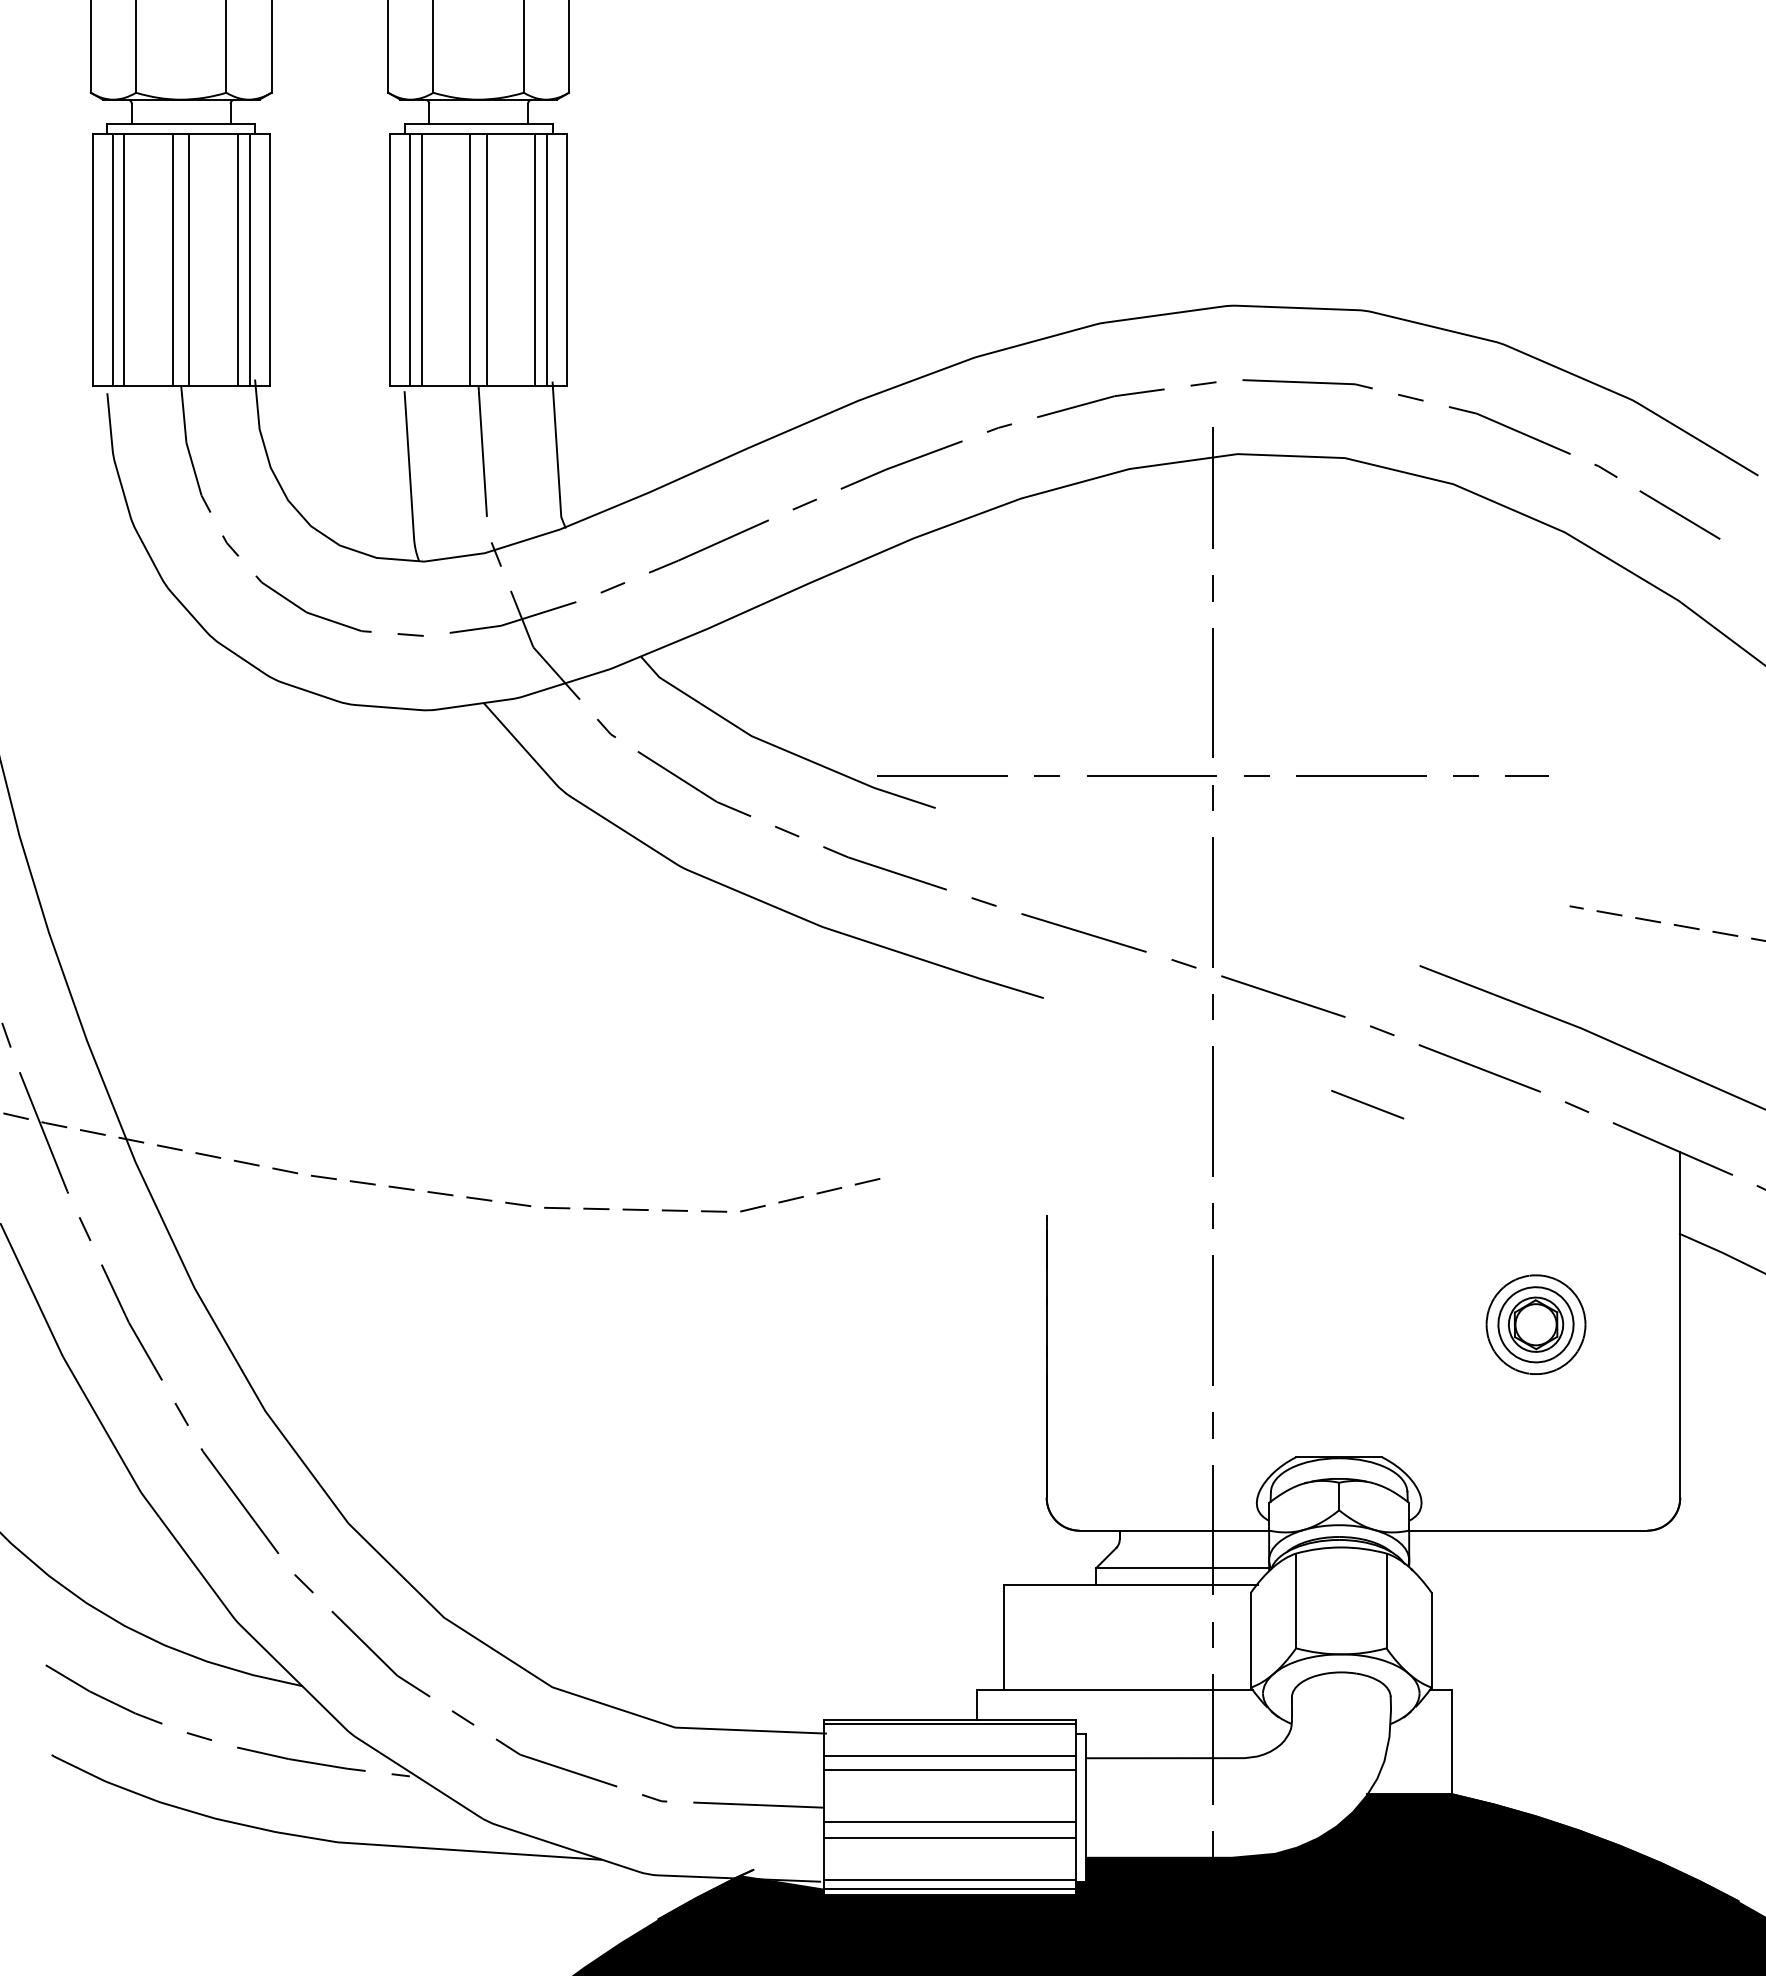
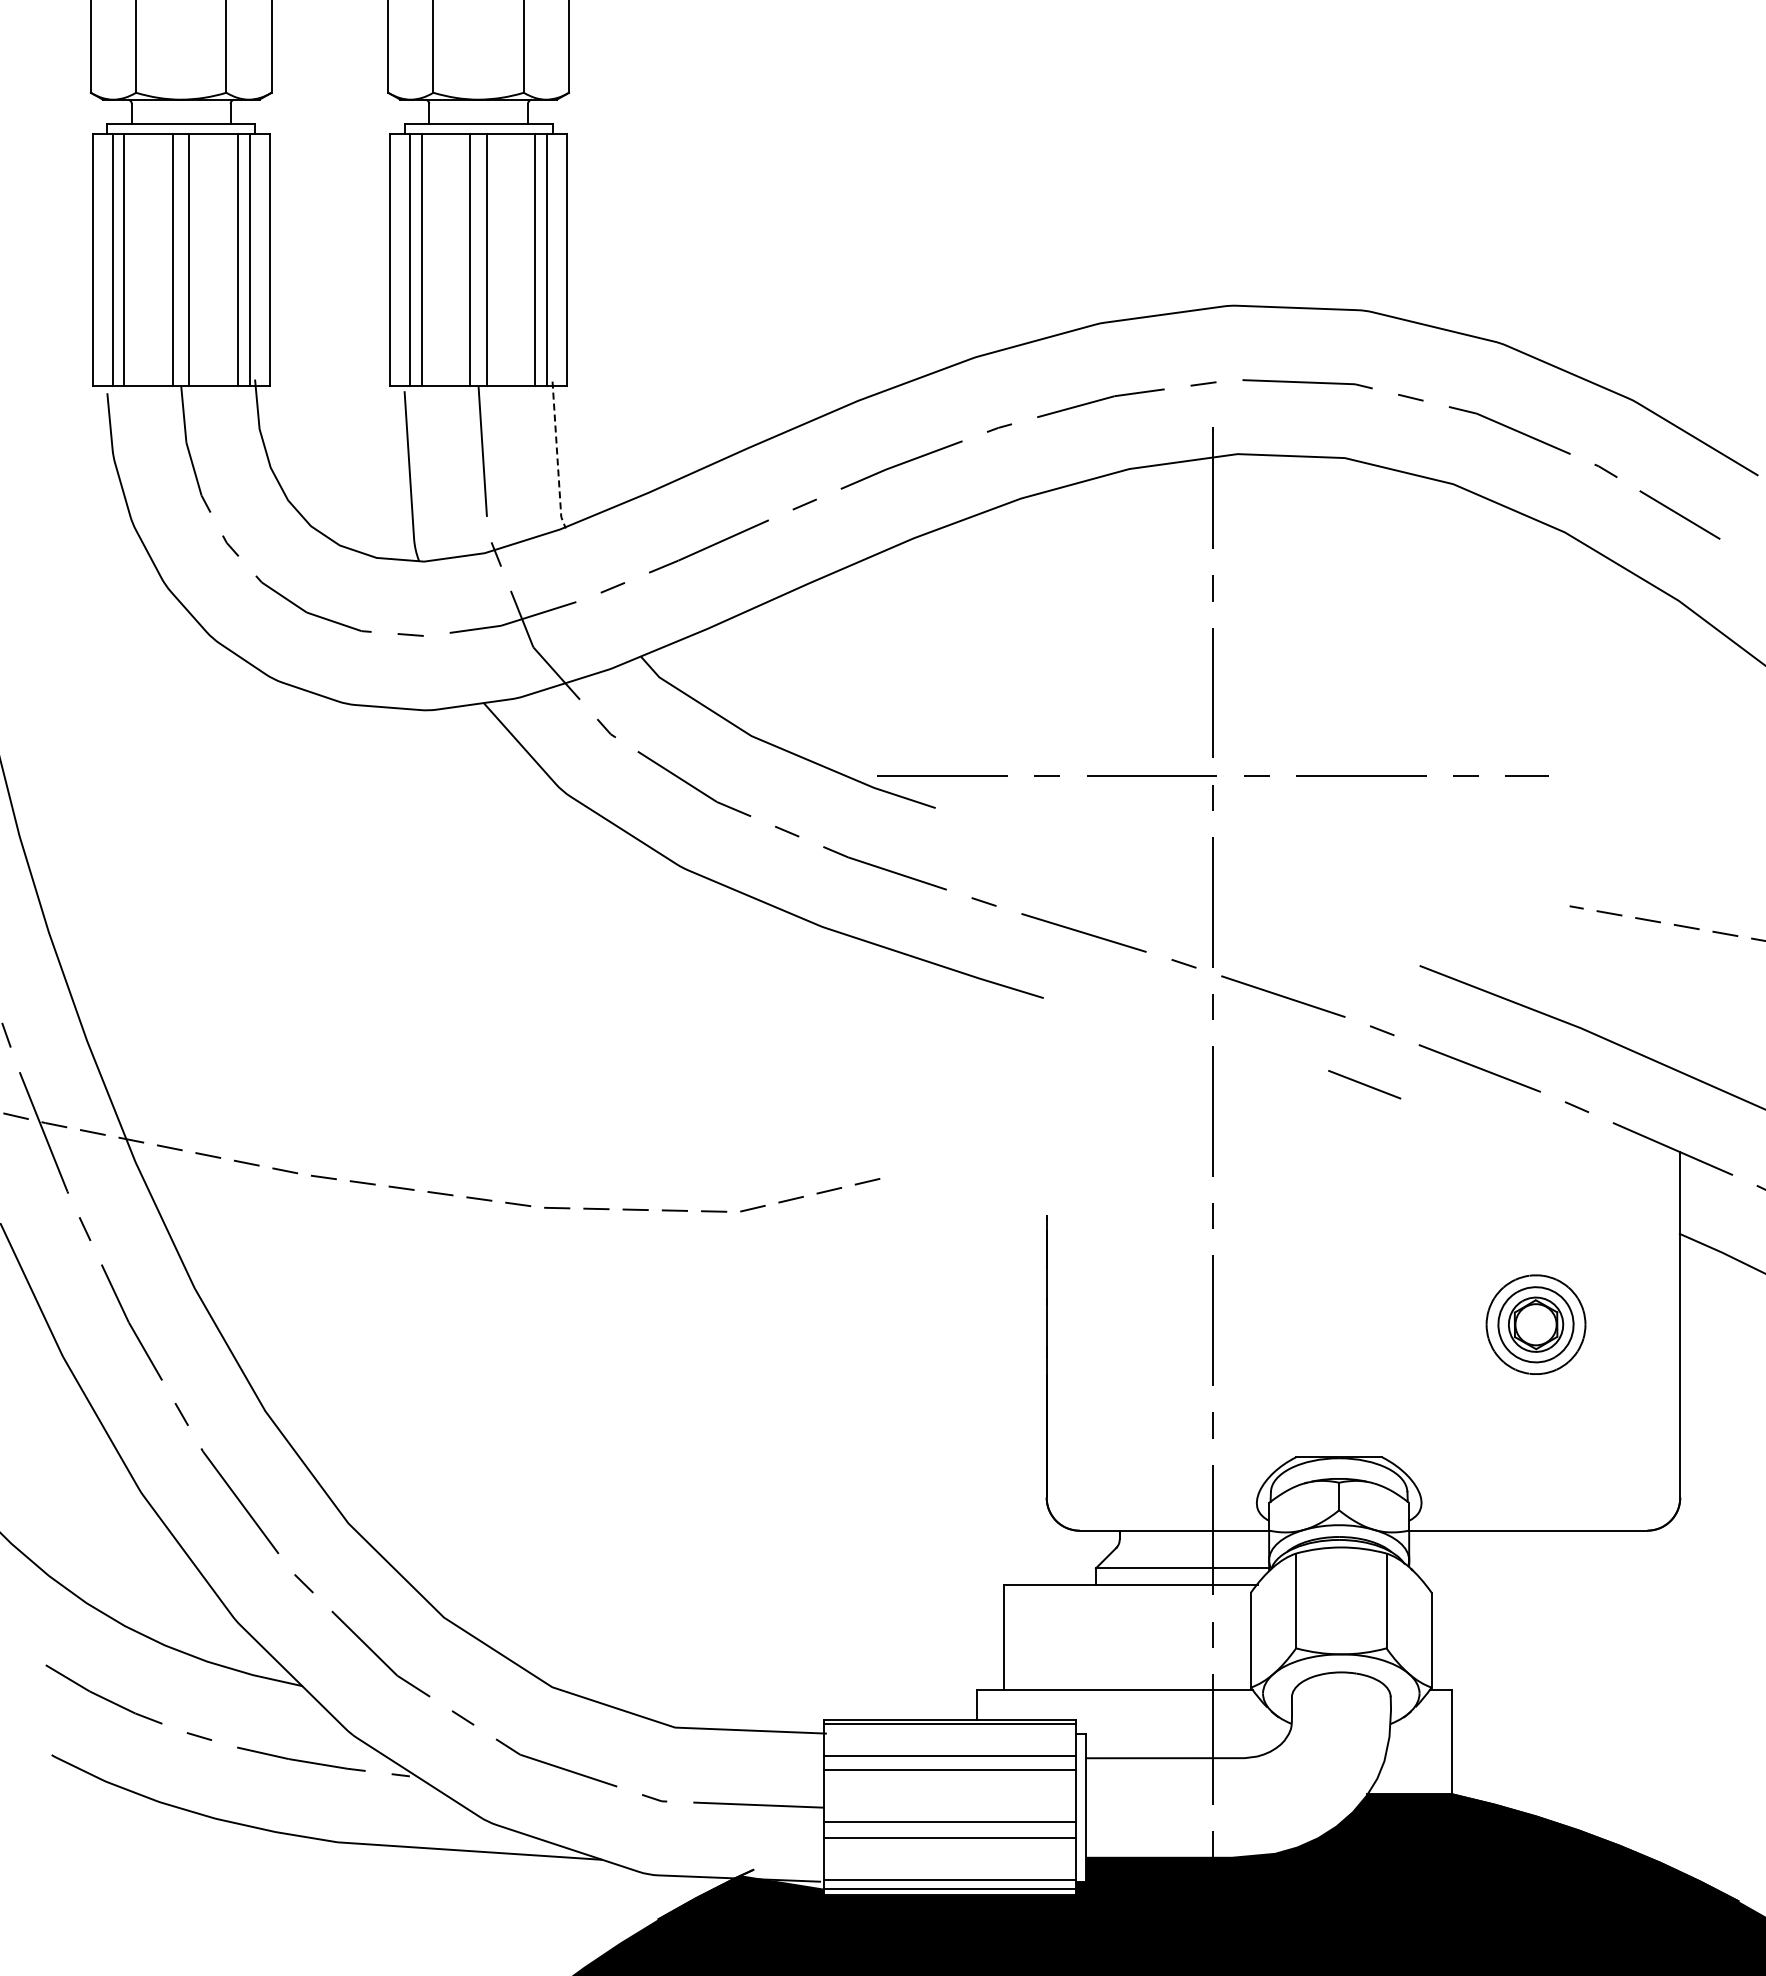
line at (557, 456): solid -> dashed
line at (1367, 1104) position: (1367, 1104) -> (1364, 1084)
